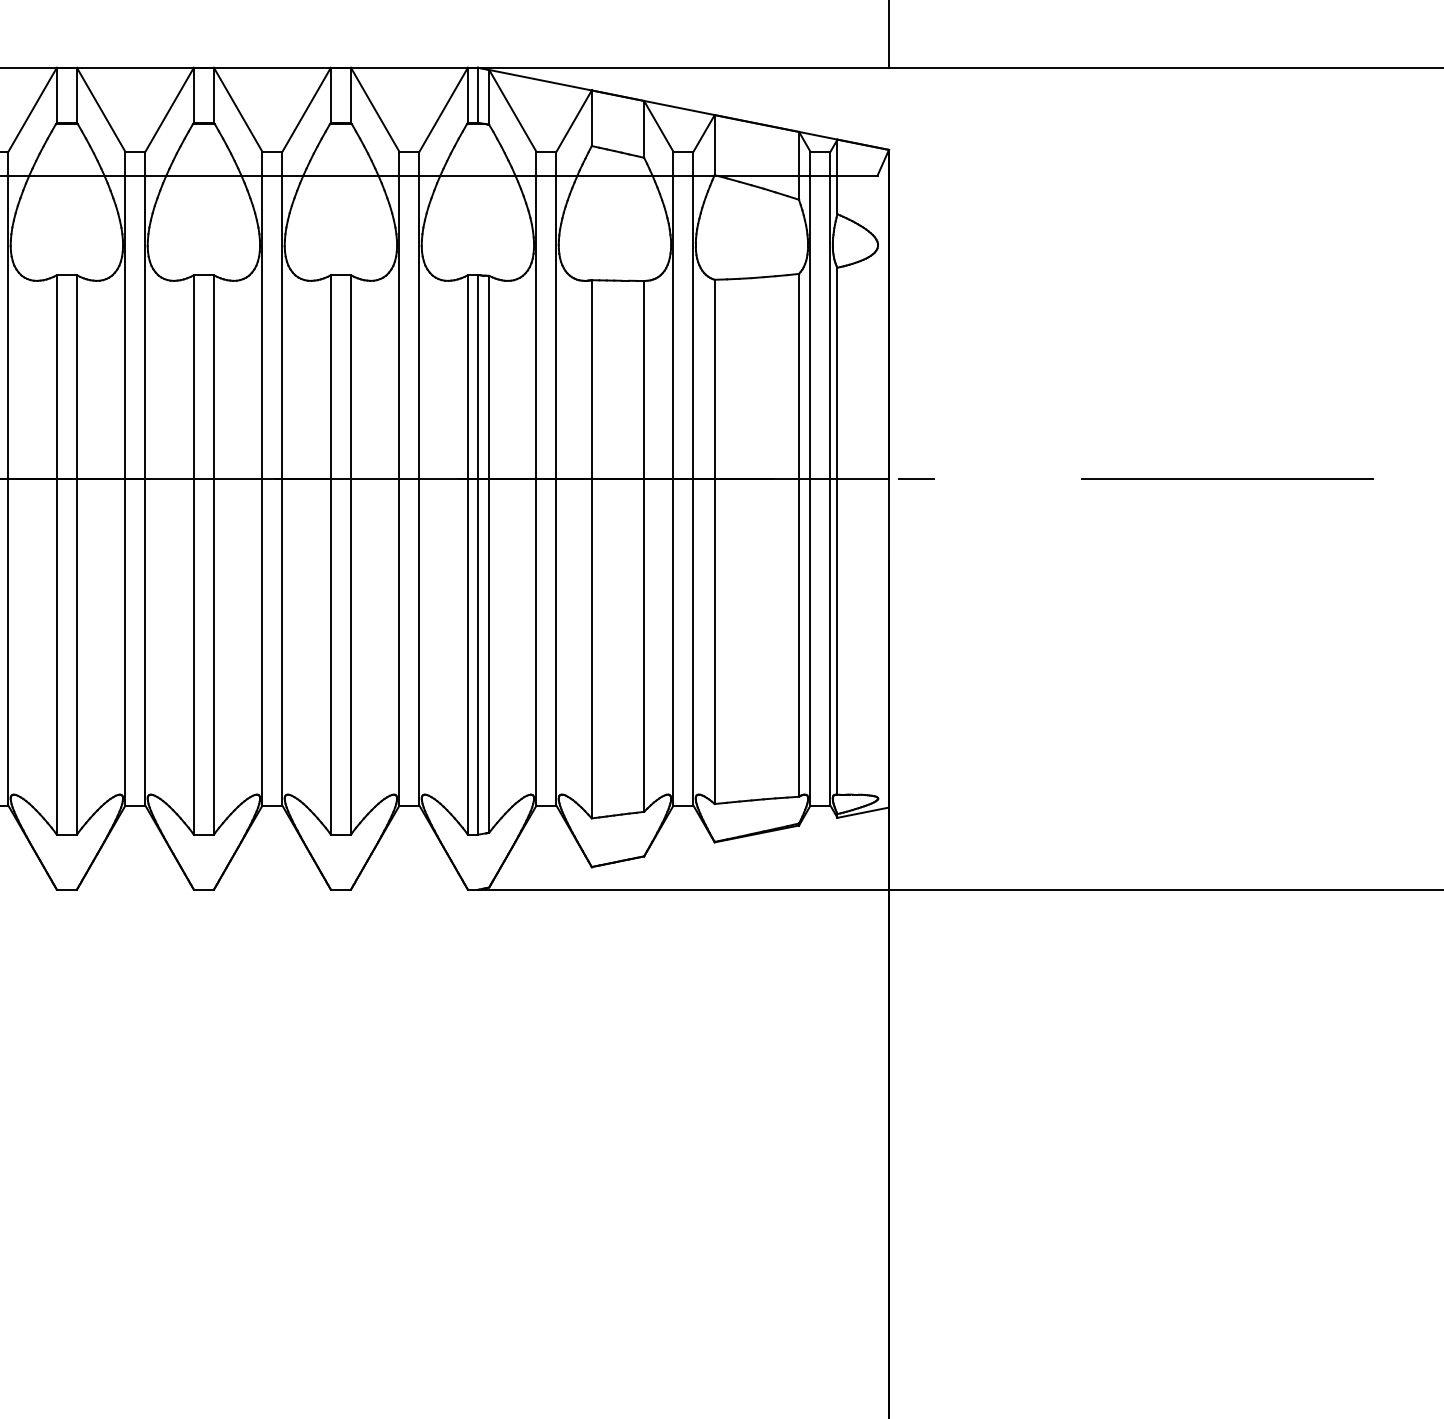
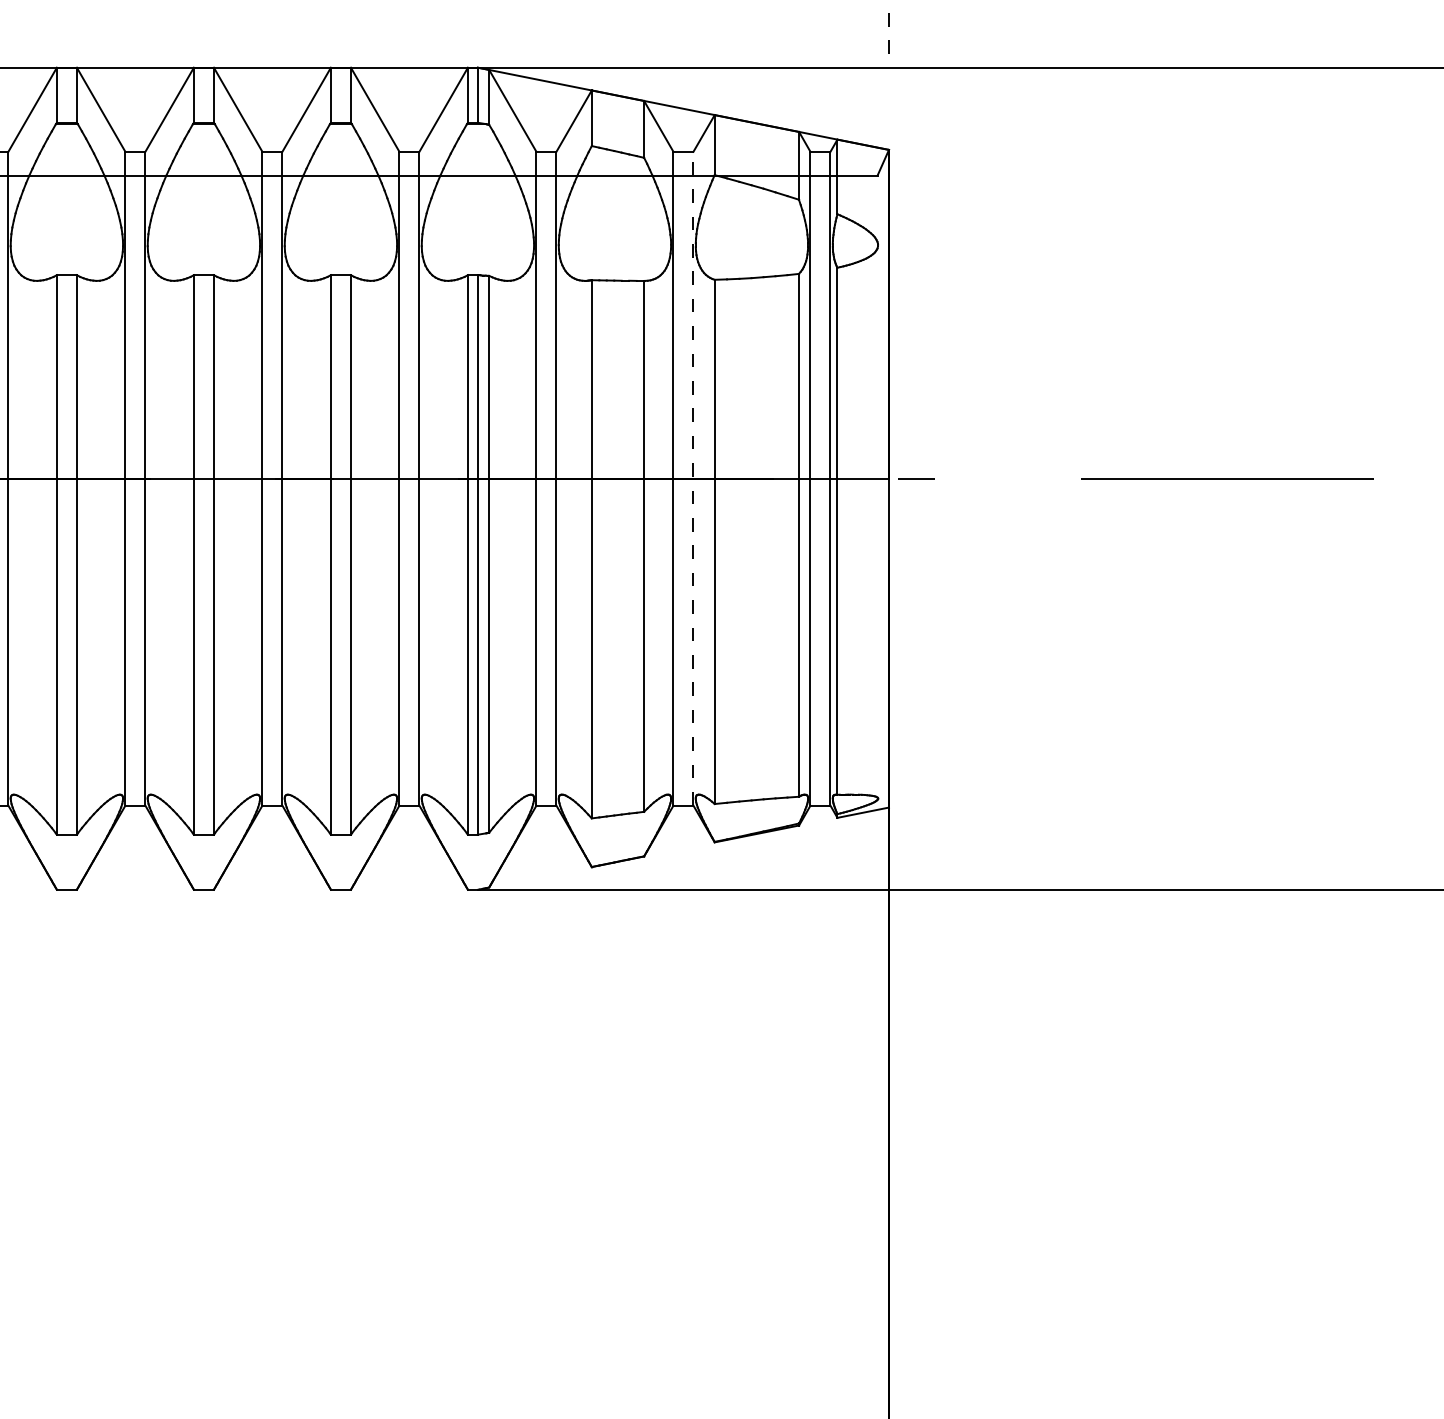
line at (888, 34): solid -> dashed
line at (693, 478): solid -> dashed
